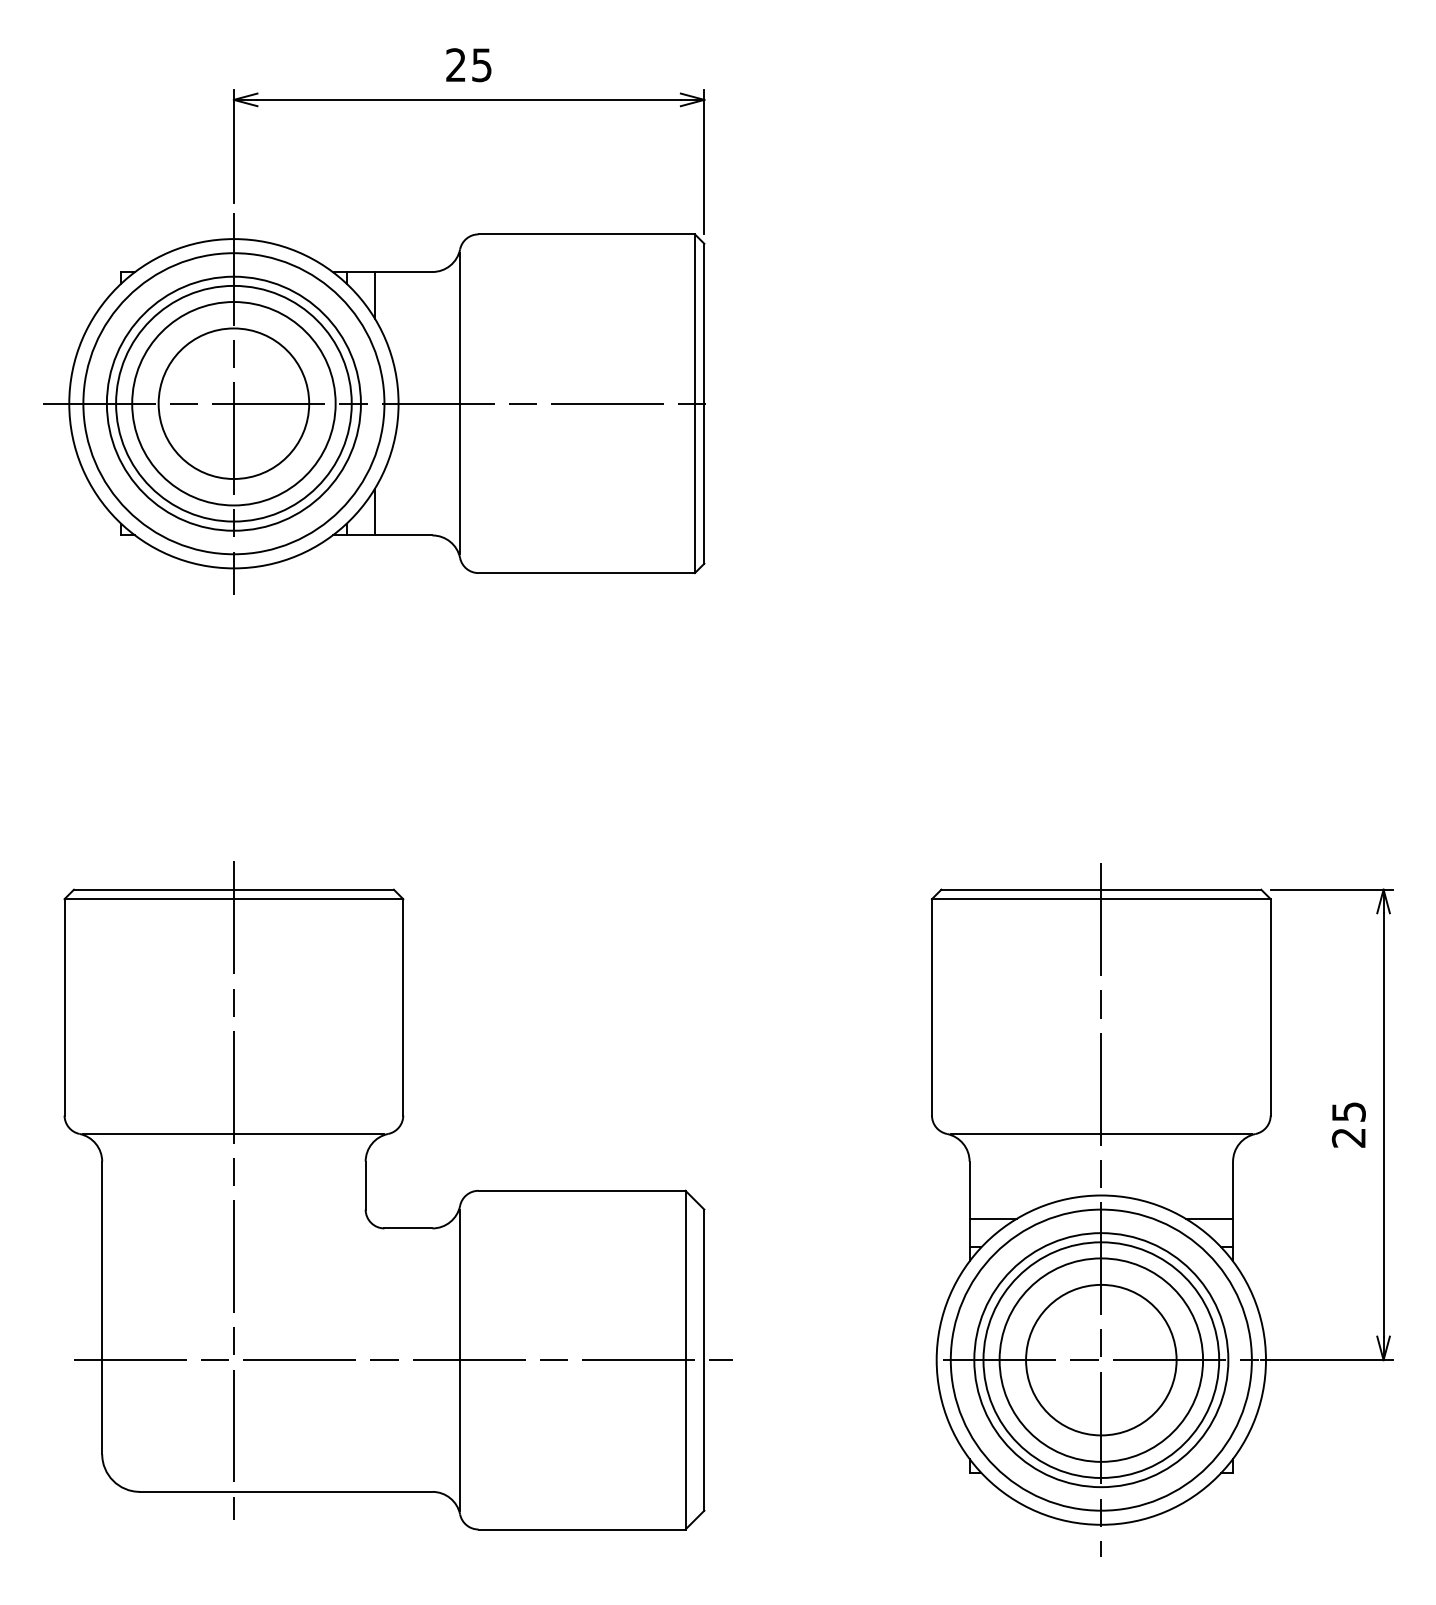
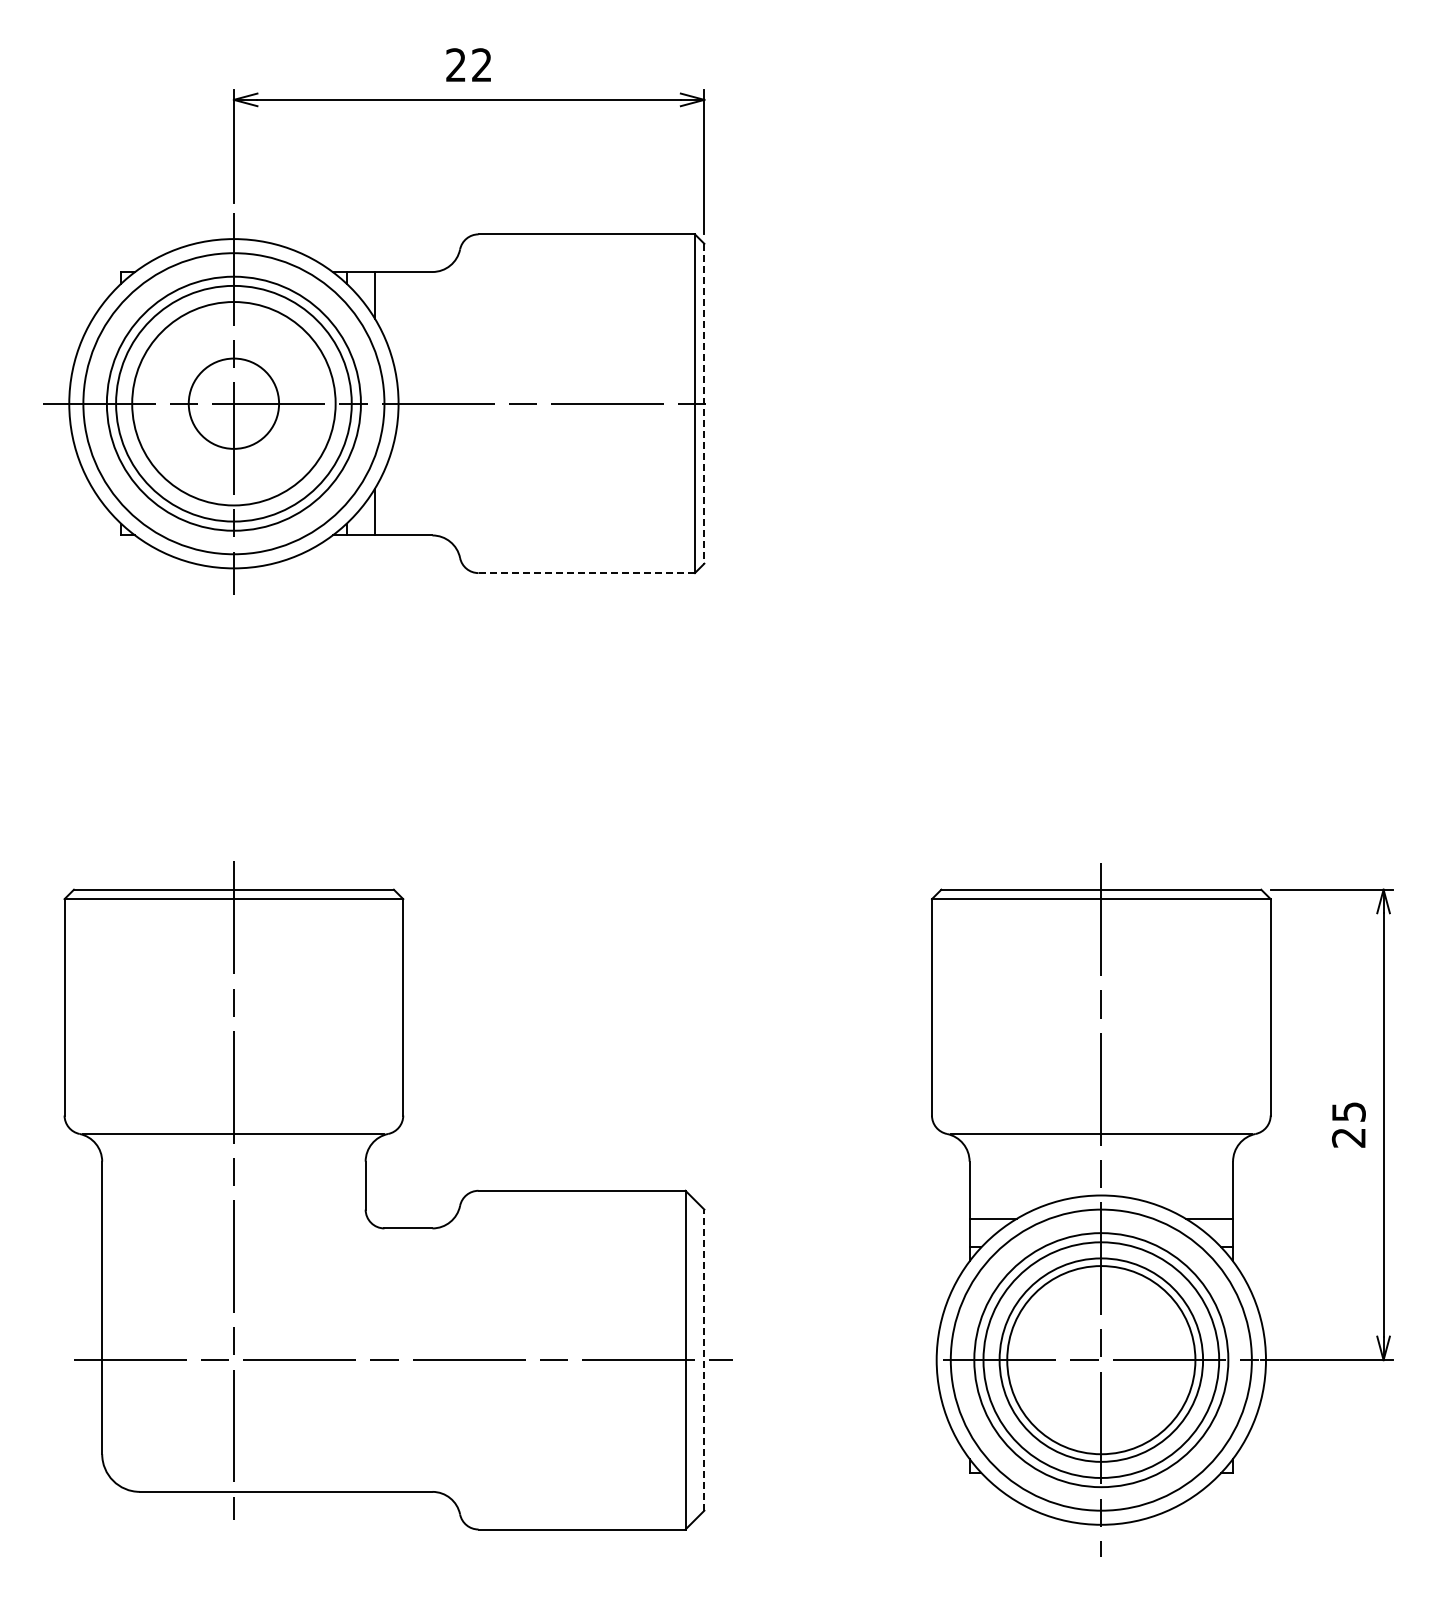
text at (481, 65): 25 -> 22
circle at (233, 403) diameter: 151 px -> 90 px
line at (459, 403): present -> none
line at (704, 403): solid -> dashed
line at (586, 573): solid -> dashed
line at (459, 1359): present -> none
circle at (1101, 1359) diameter: 151 px -> 188 px
line at (704, 1360): solid -> dashed
